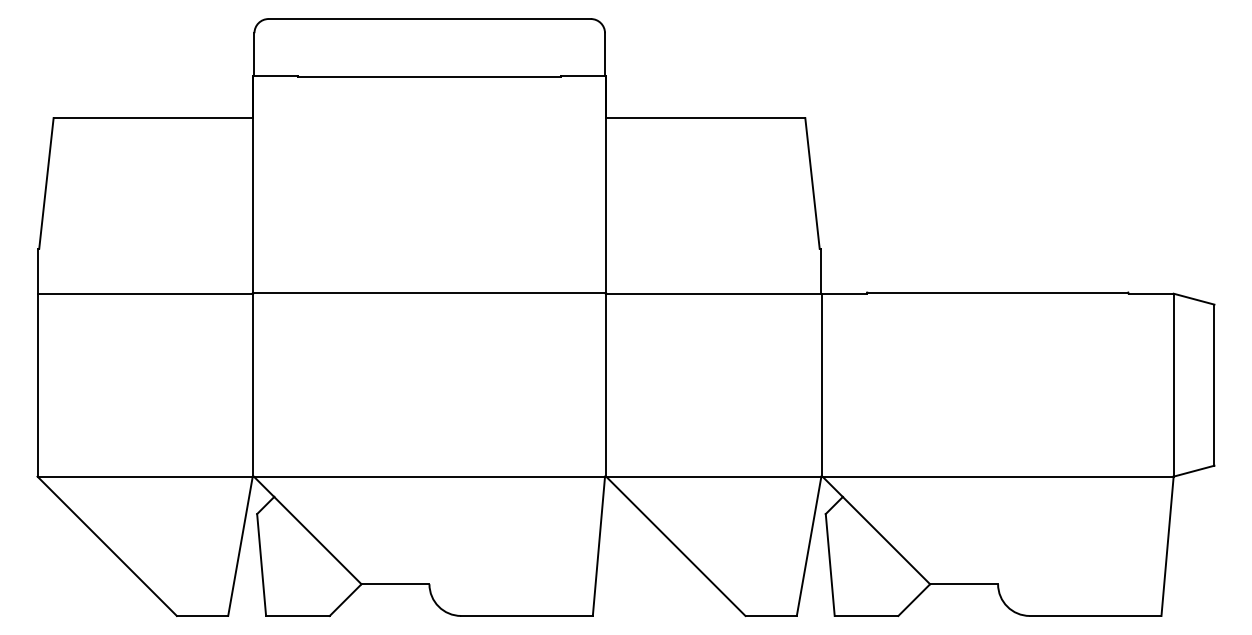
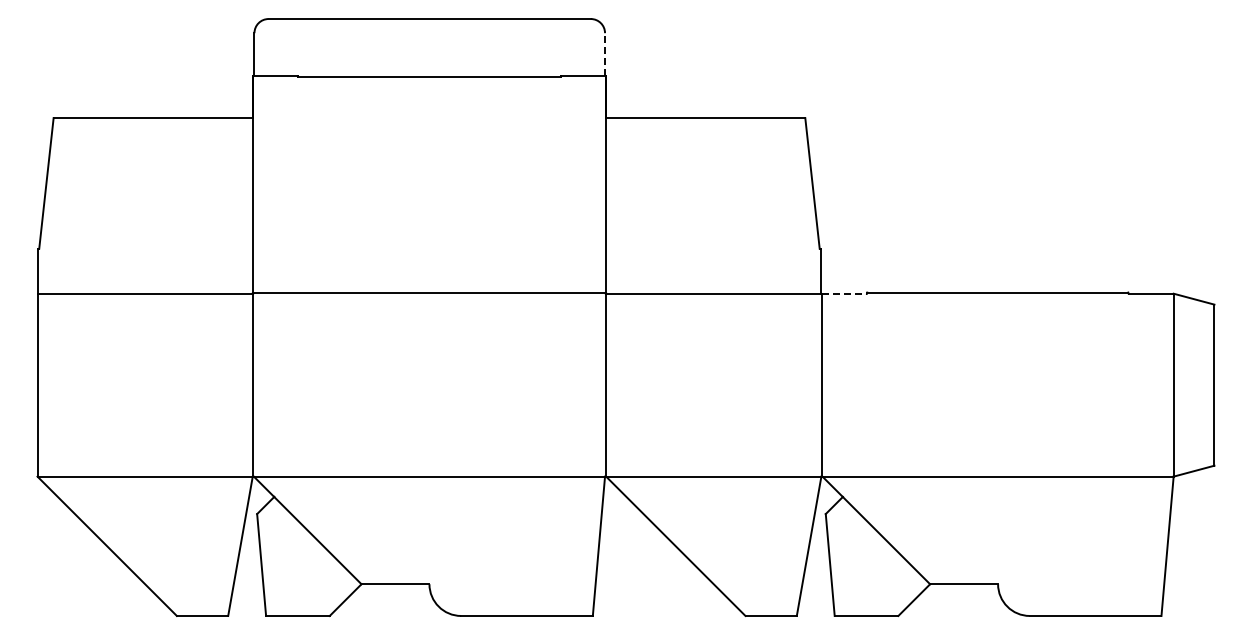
line at (605, 53): solid -> dashed
line at (844, 293): solid -> dashed
